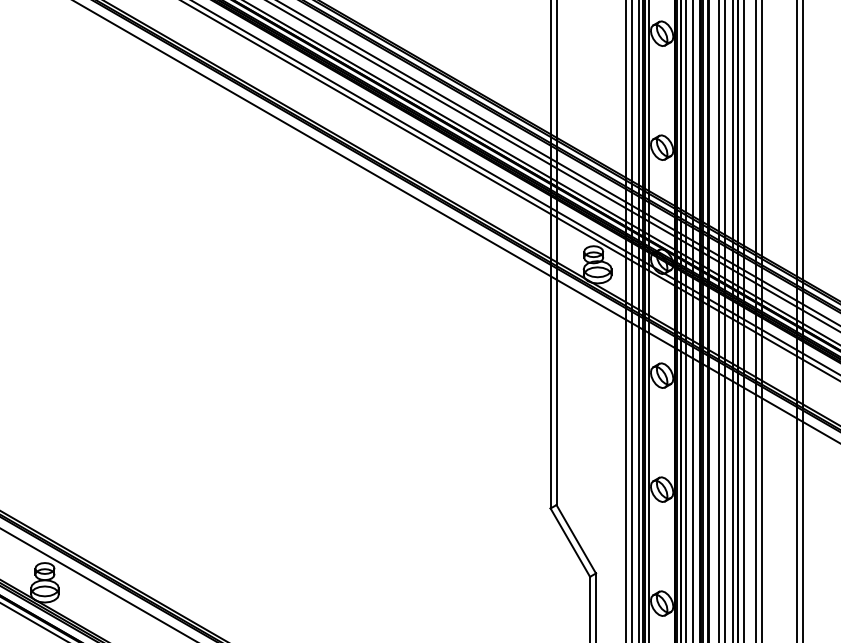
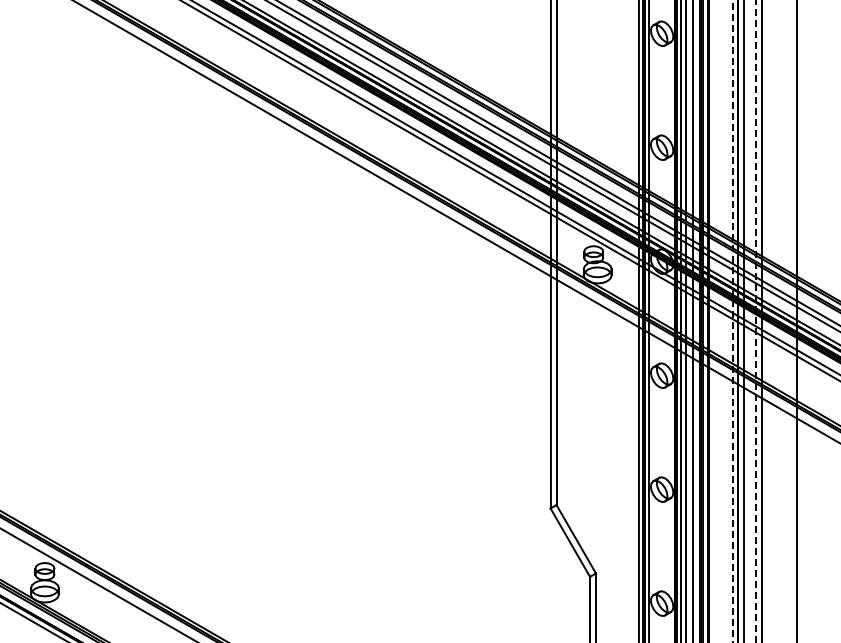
line at (625, 320): present -> none
line at (631, 320): present -> none
line at (719, 320): present -> none
line at (725, 320): present -> none
line at (803, 320): present -> none
line at (732, 321): solid -> dashed
line at (755, 321): solid -> dashed
